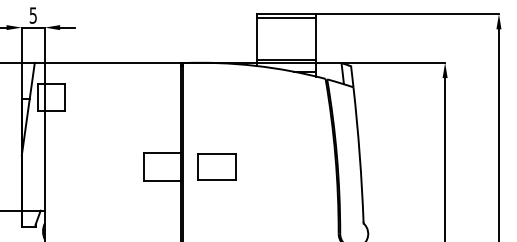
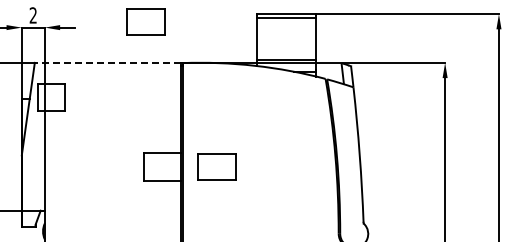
text at (32, 15): 5 -> 2
part at (145, 21): none -> present
line at (107, 62): solid -> dashed
